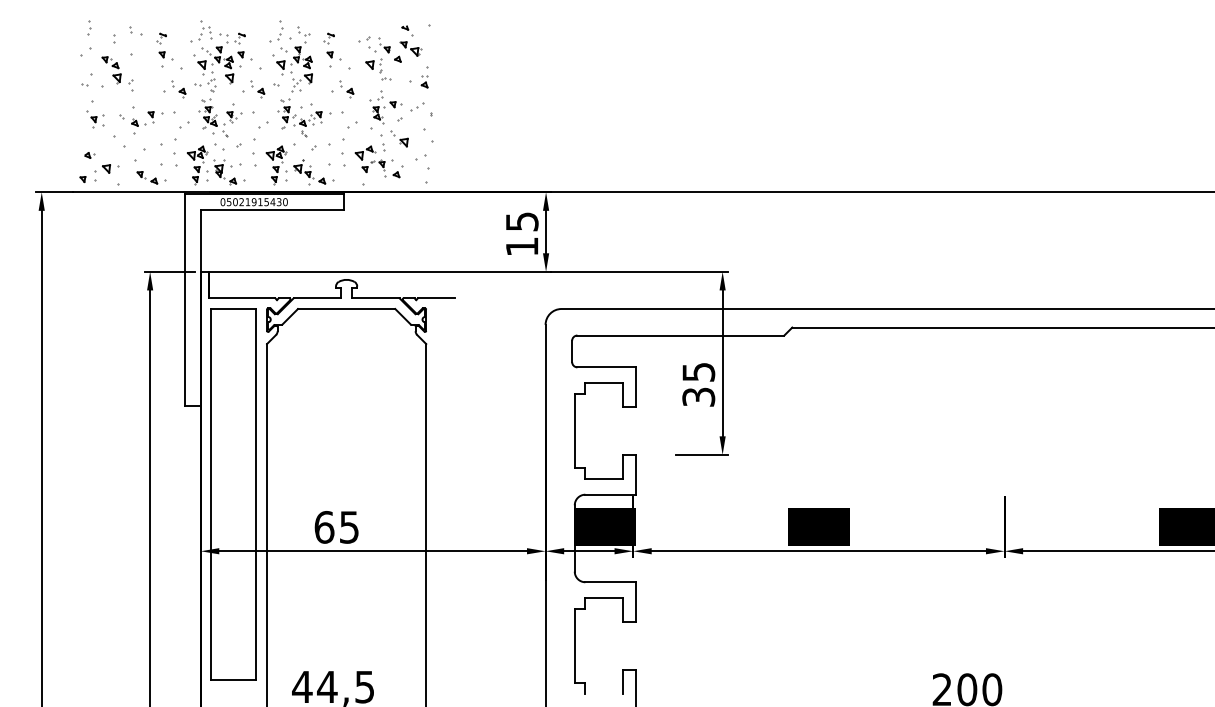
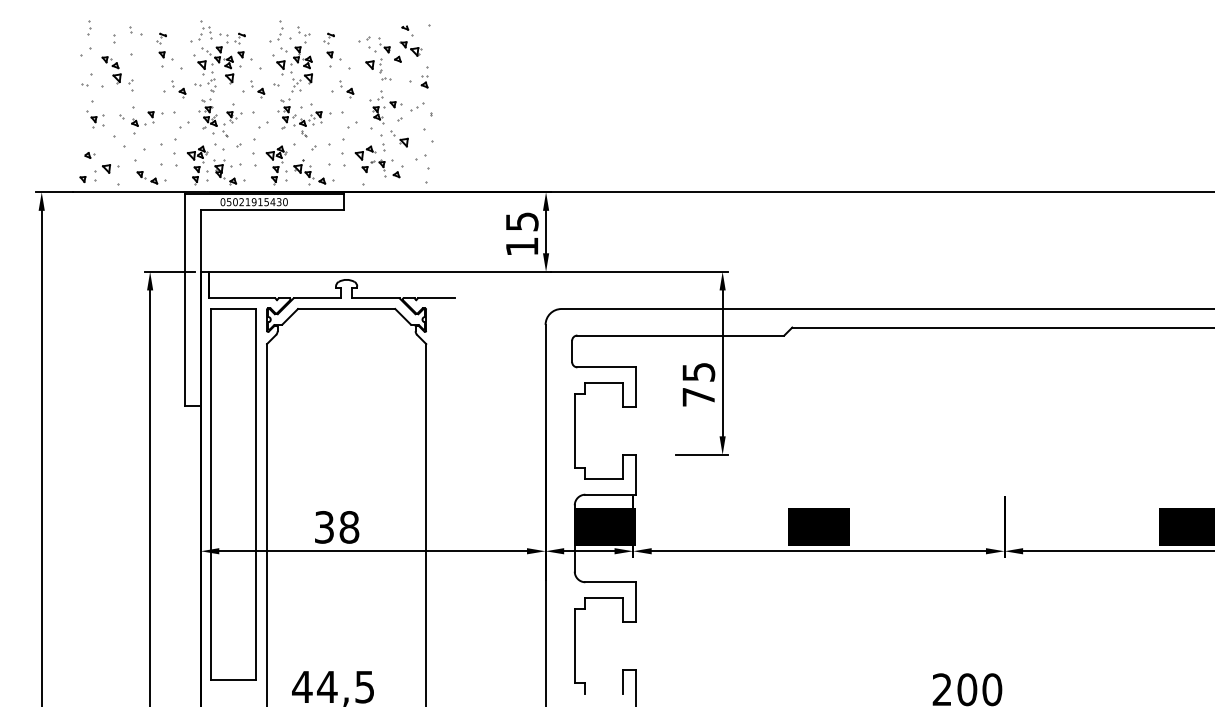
text at (698, 396): 35 -> 75
text at (336, 527): 65 -> 38
